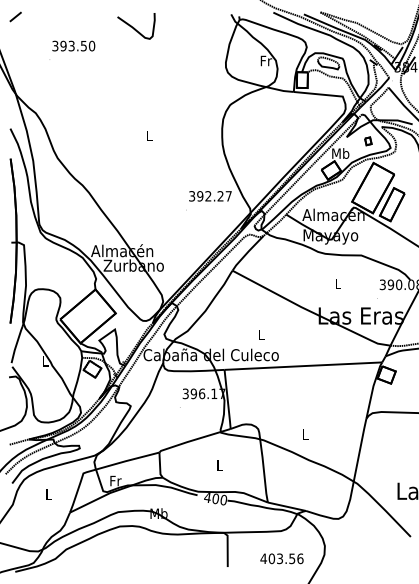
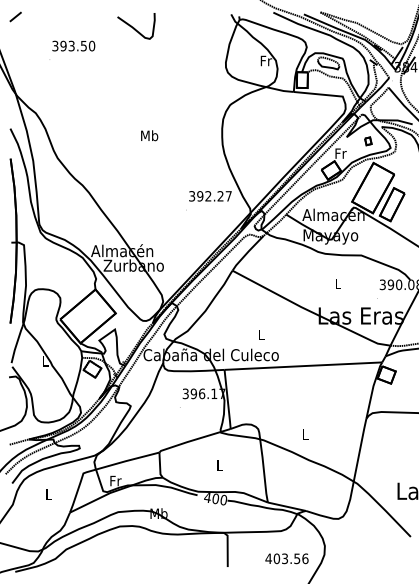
text at (149, 135): L -> Mb
text at (340, 153): Mb -> Fr
text at (281, 558) position: (281, 558) -> (286, 558)
